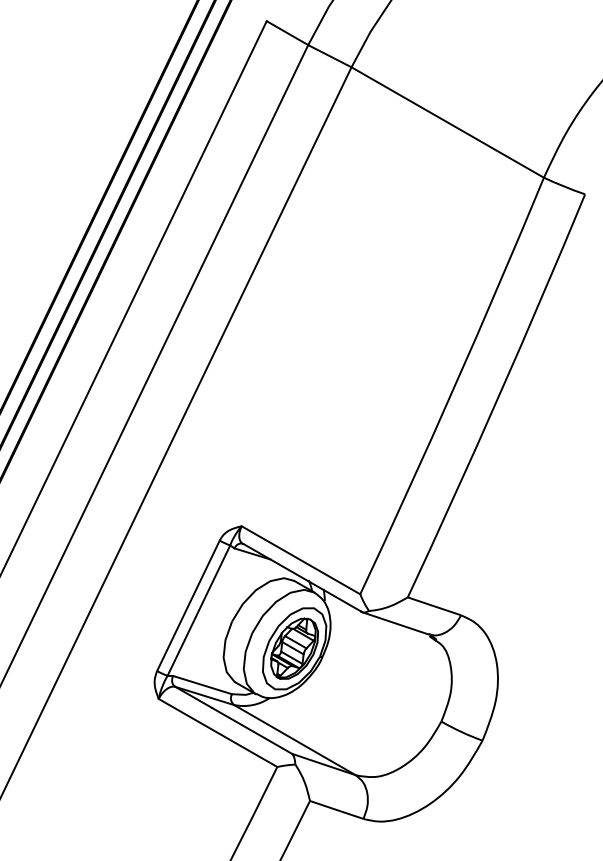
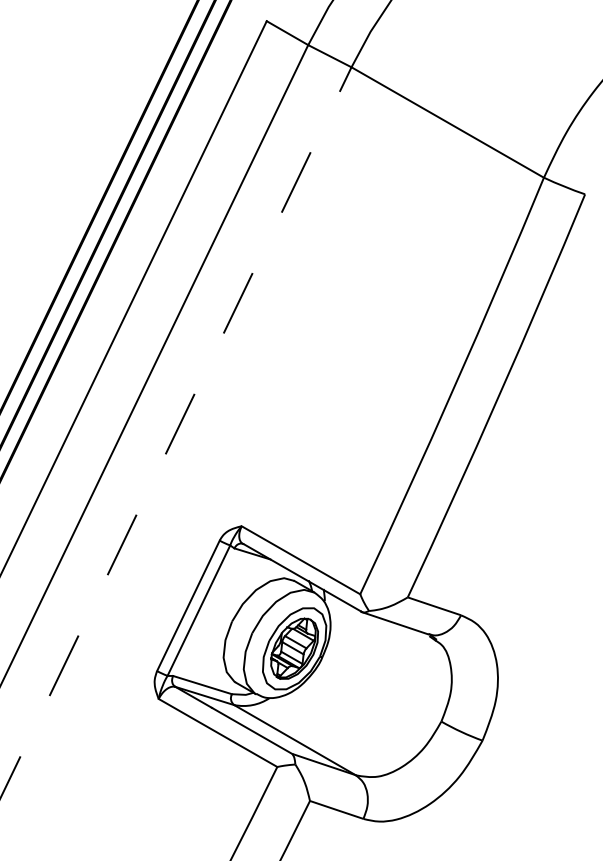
line at (175, 433): solid -> dashed
